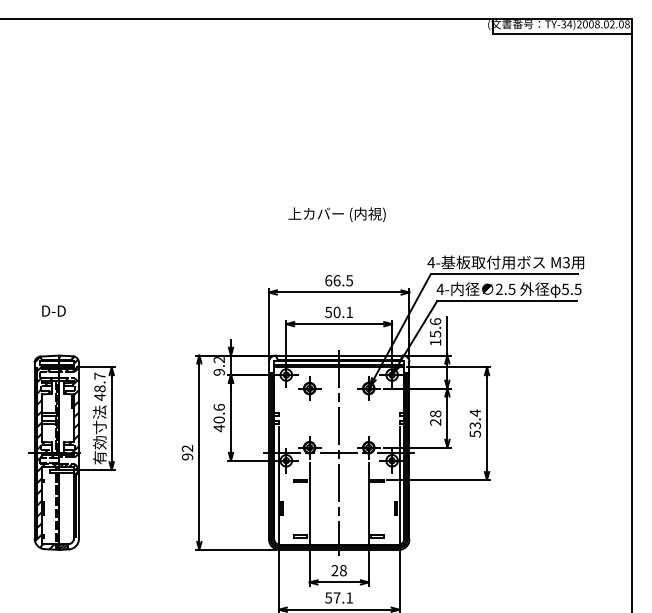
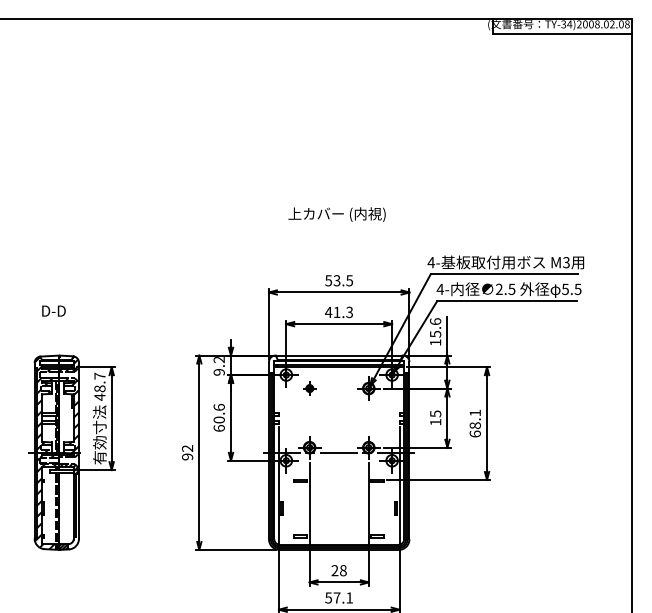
text at (332, 280): 66.5 -> 53.5
text at (338, 312): 50.1 -> 41.3
part at (309, 388) size: 24x25 px -> 14x15 px
text at (435, 417): 28 -> 15
text at (474, 423): 53.4 -> 68.1
text at (218, 428): 40.6 -> 60.6
line at (339, 453): present -> none
